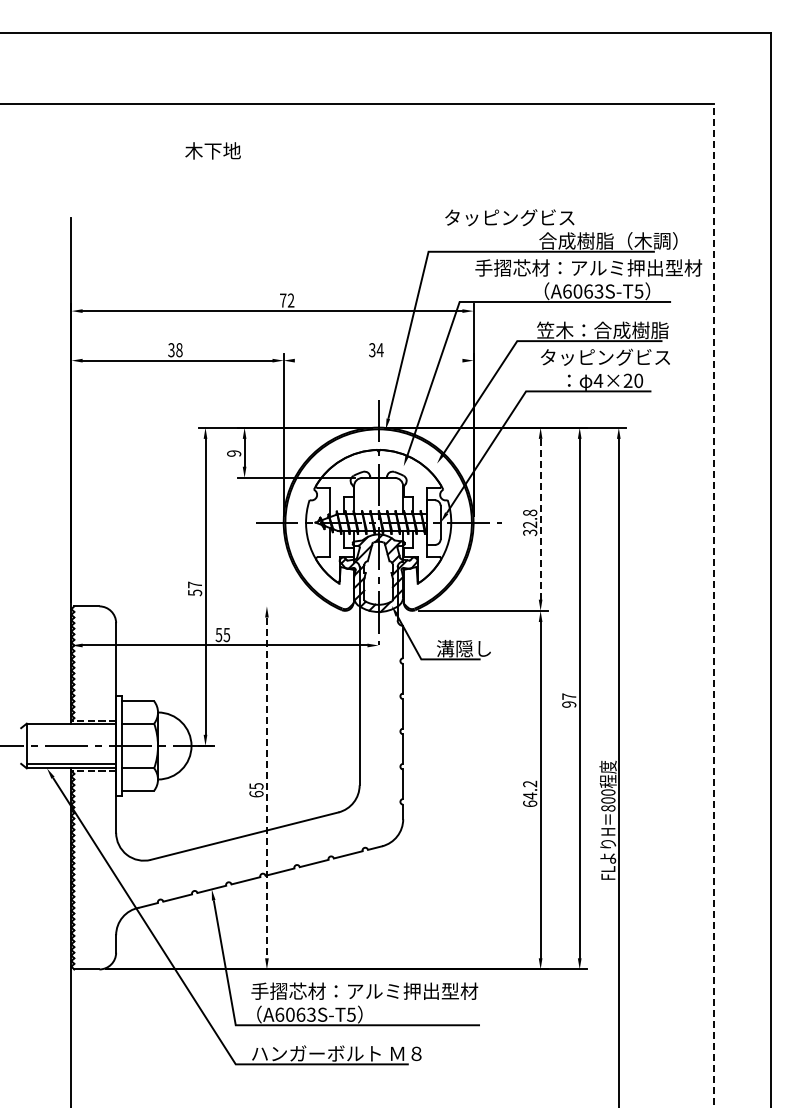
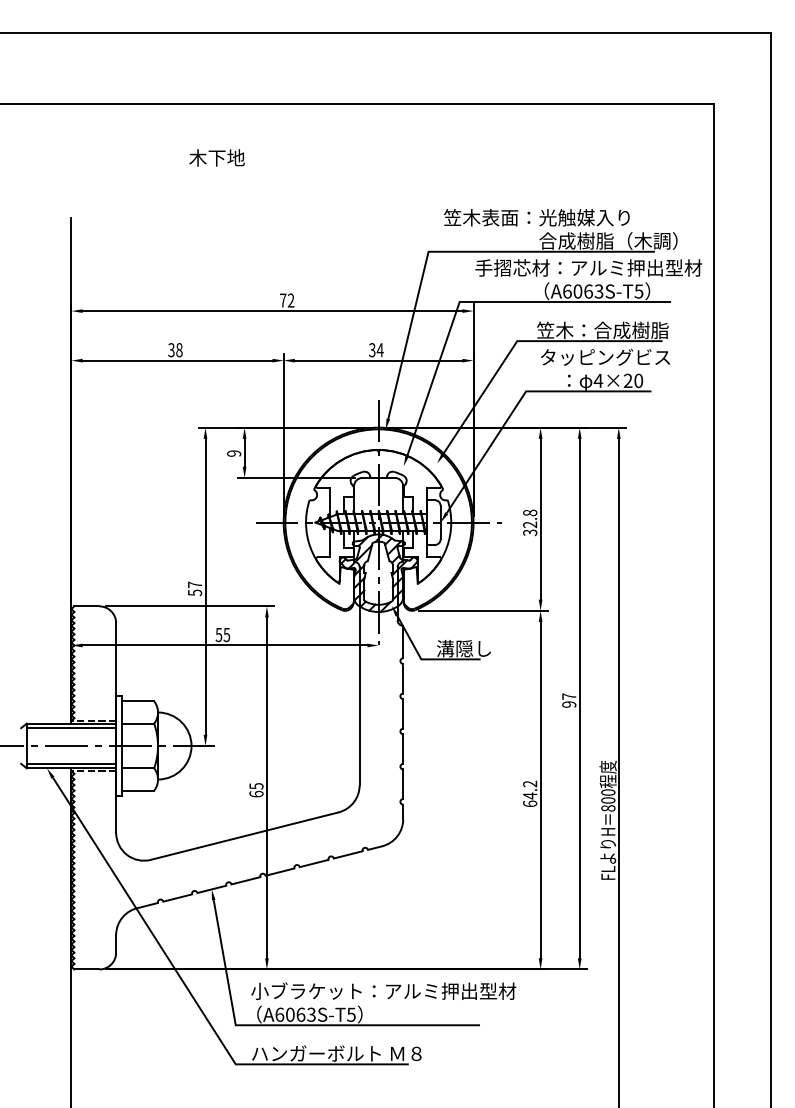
text at (212, 150) position: (212, 150) -> (216, 157)
text at (536, 217): タッピングビス -> 笠木表面：光触媒入り
line at (378, 360): none -> present
line at (540, 519): dashed -> solid
line at (713, 605): dashed -> solid
line at (189, 606): none -> present
line at (71, 728): none -> present
line at (266, 788): dashed -> solid
text at (383, 990): 手摺芯材：アルミ押出型材 -> 小ブラケット：アルミ押出型材
